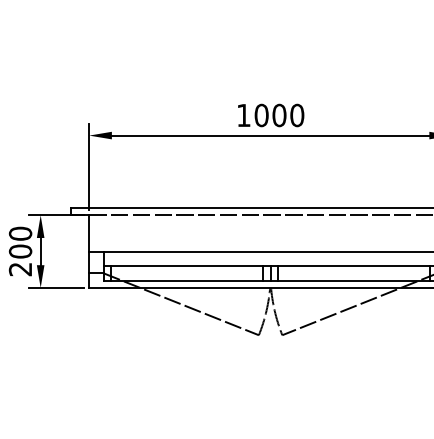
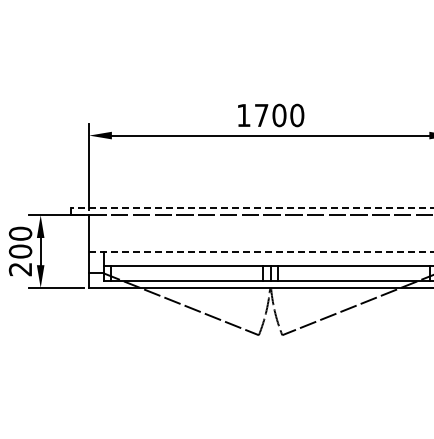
text at (261, 115): 1000 -> 1700
line at (251, 208): solid -> dashed
line at (261, 251): solid -> dashed
